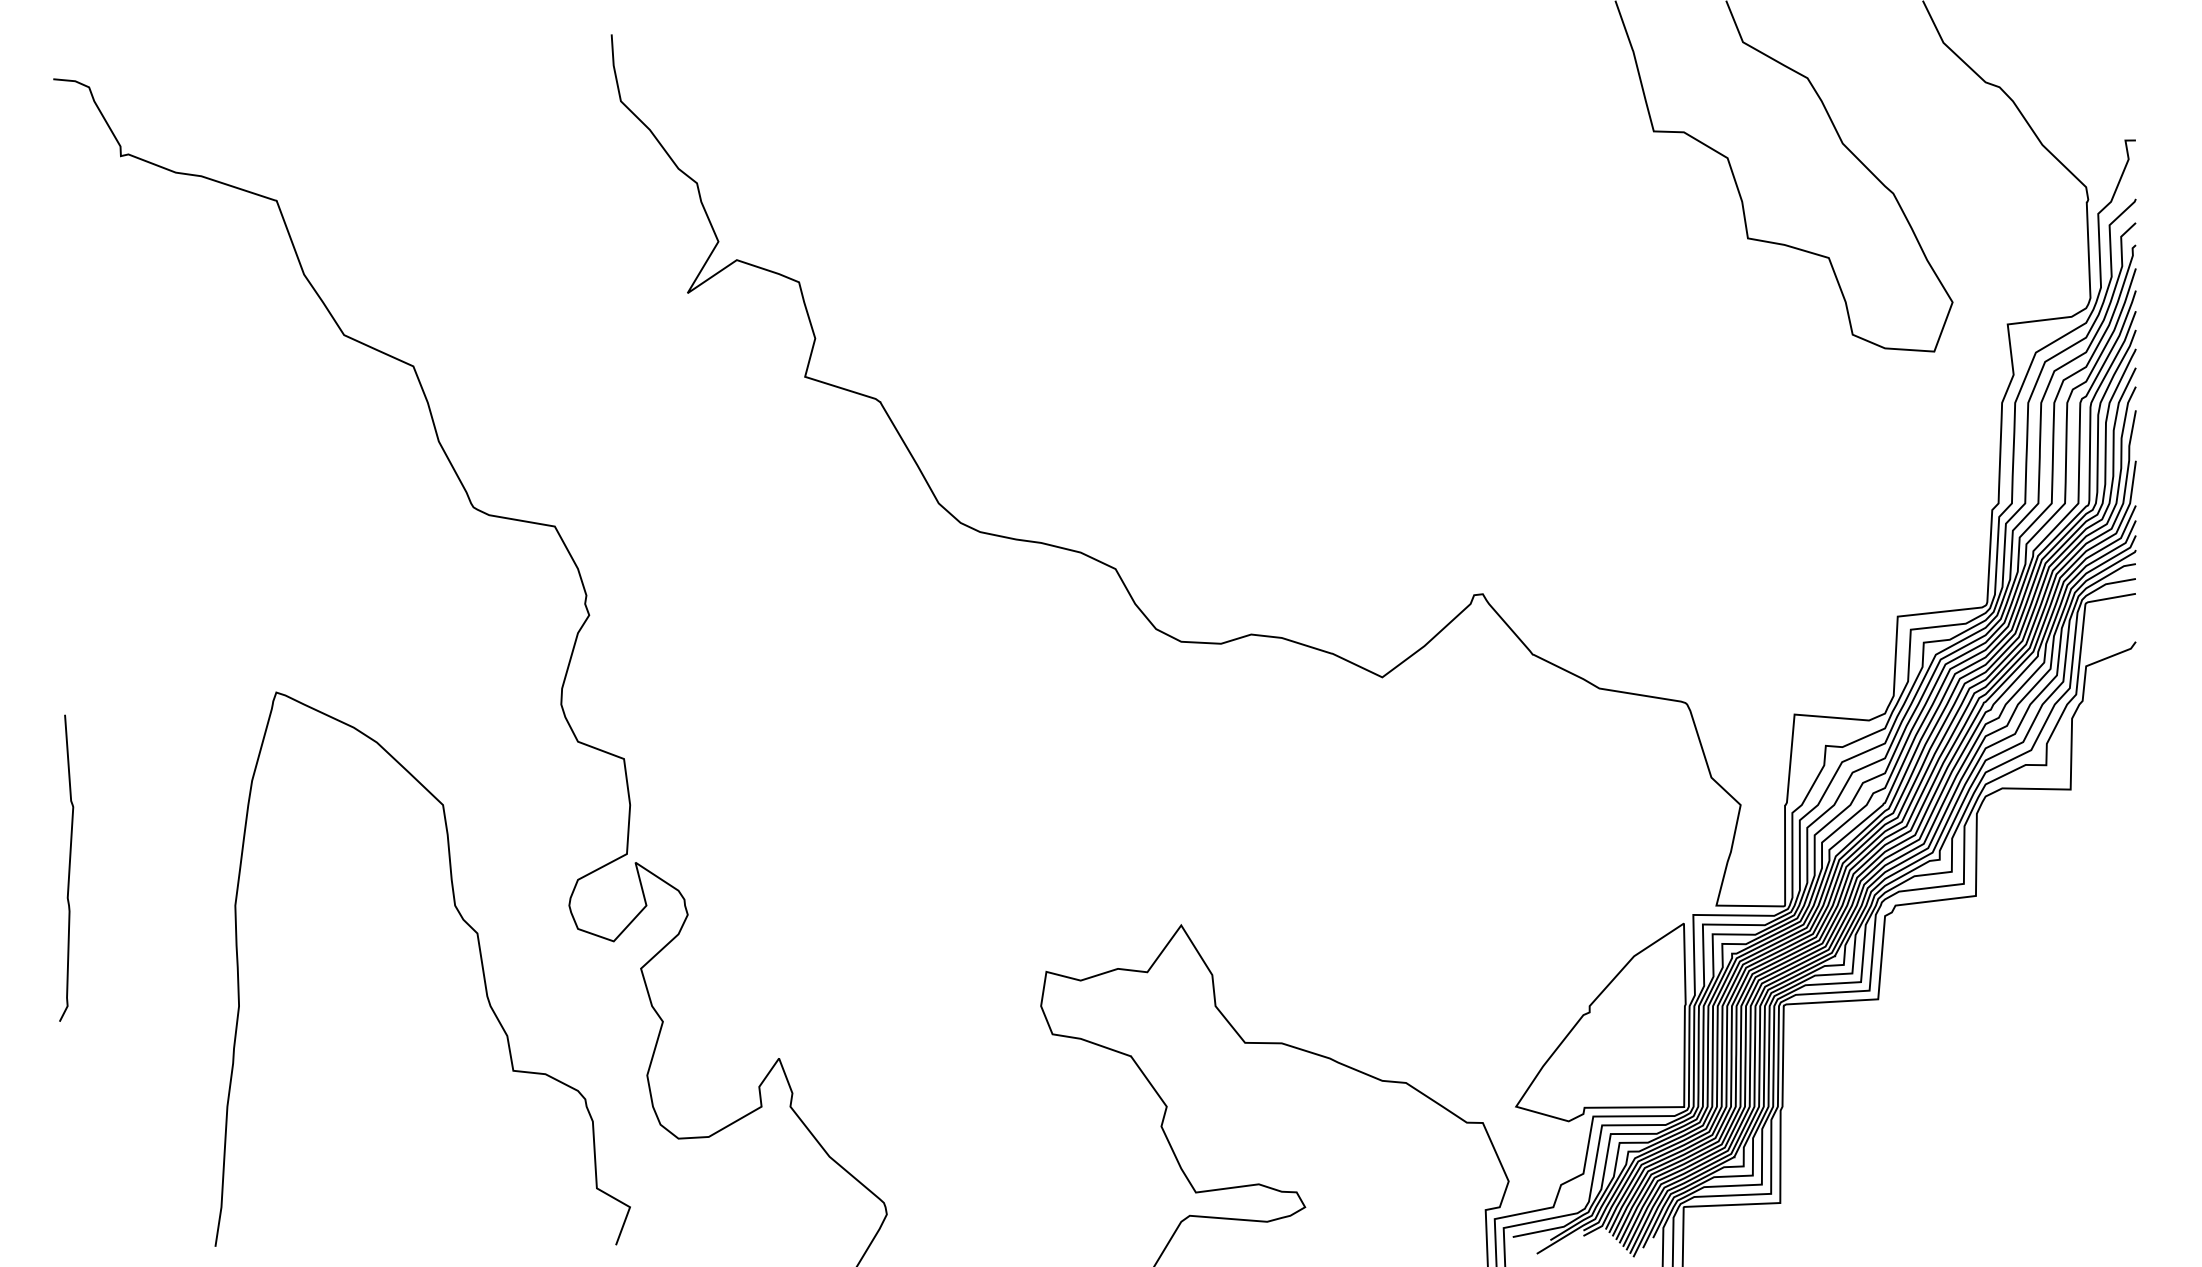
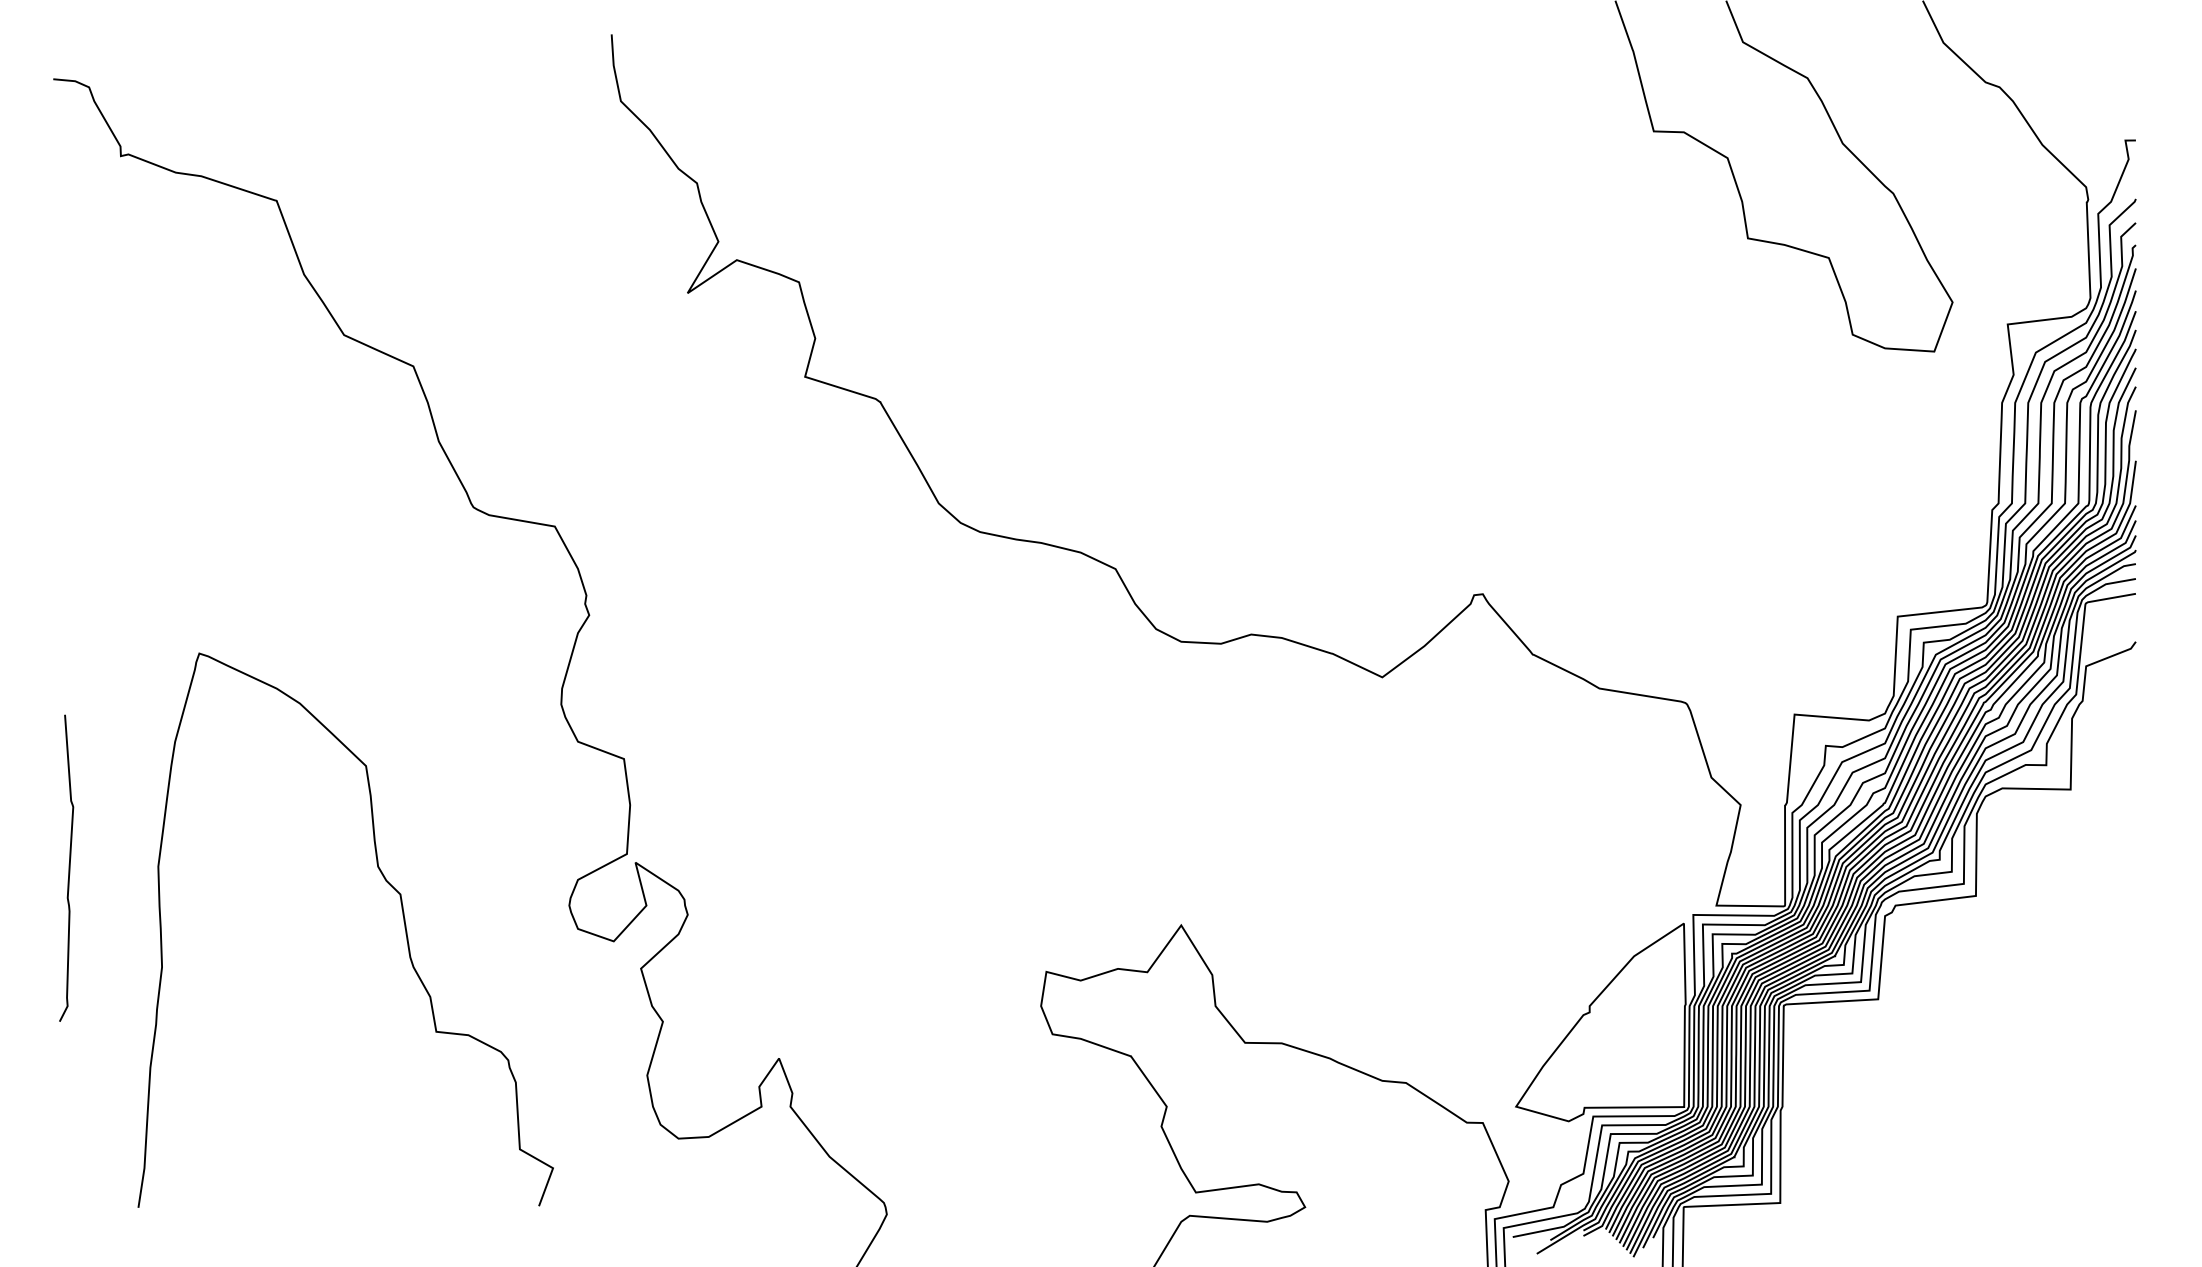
curve at (480, 960) position: (480, 960) -> (403, 921)
